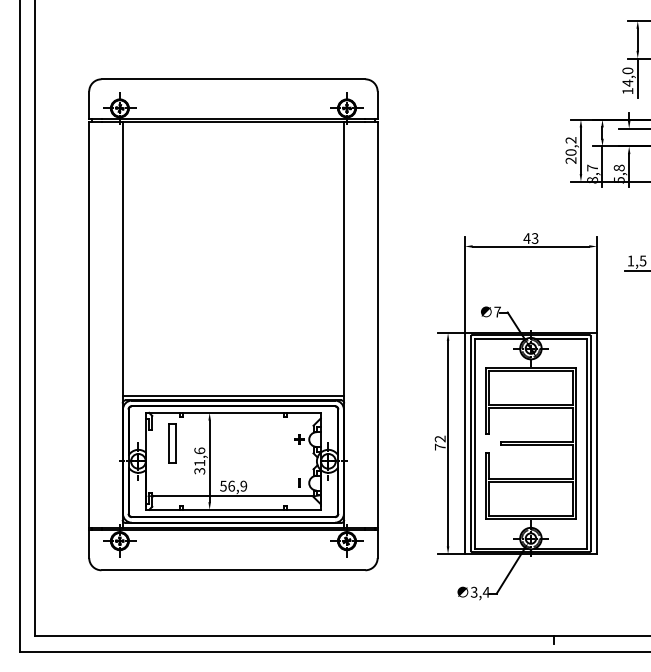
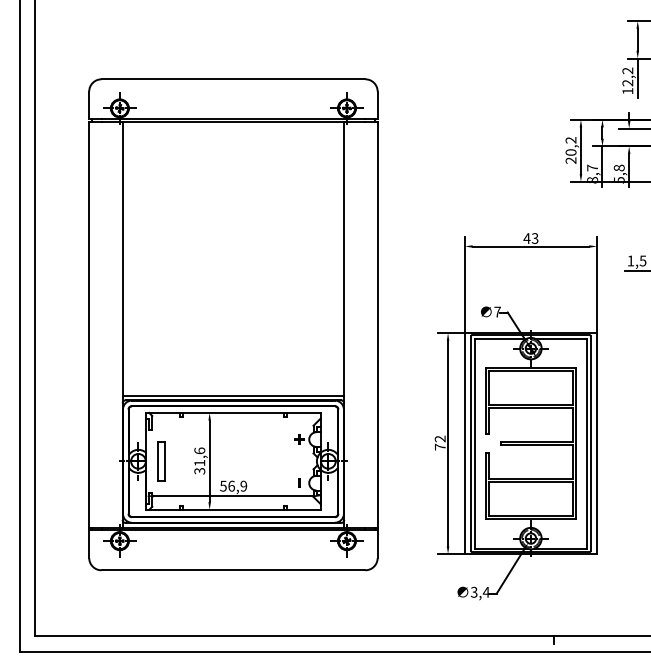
text at (627, 76): 14,0 -> 12,2
part at (172, 443) position: (172, 443) -> (161, 461)
